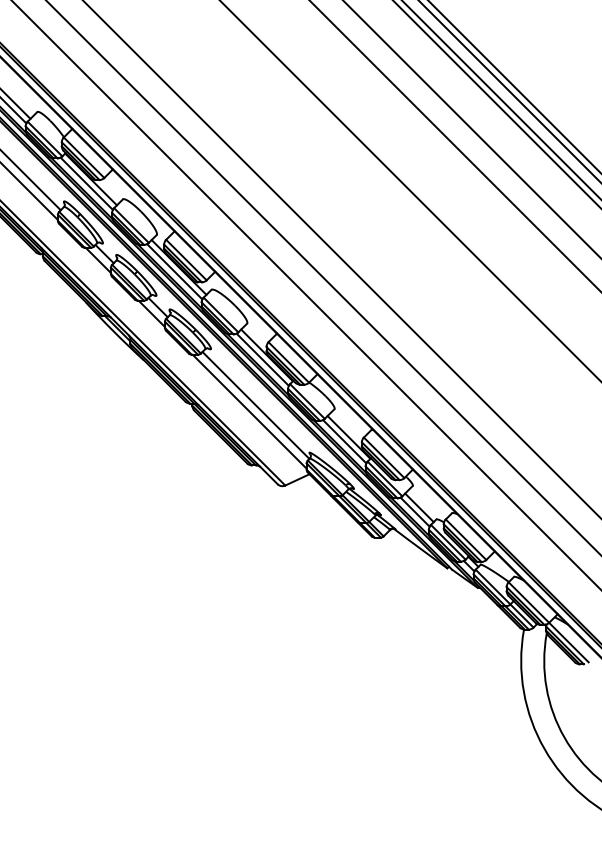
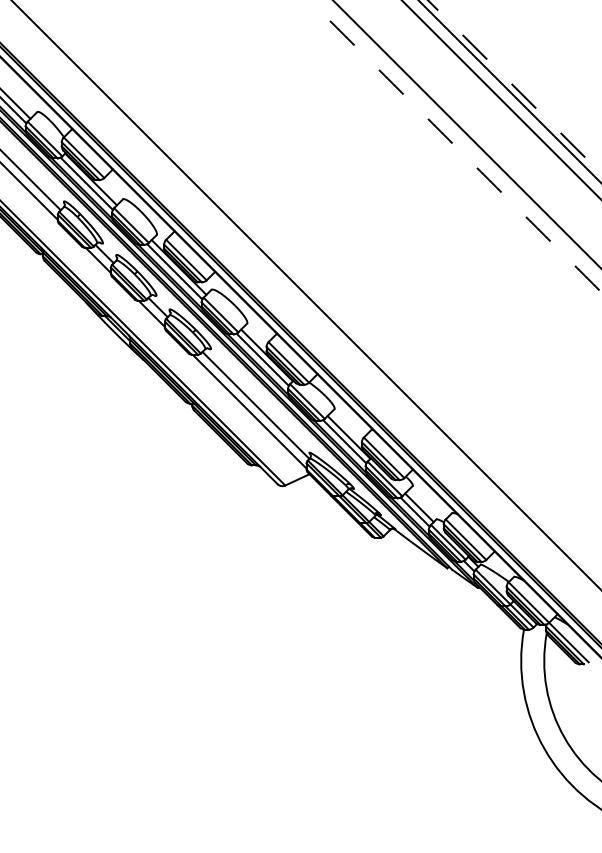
line at (514, 87): solid -> dashed
line at (496, 104): present -> none
line at (471, 128) position: (471, 128) -> (466, 133)
line at (455, 146): solid -> dashed
line at (409, 190): present -> none
line at (341, 259): present -> none
line at (323, 277): present -> none
